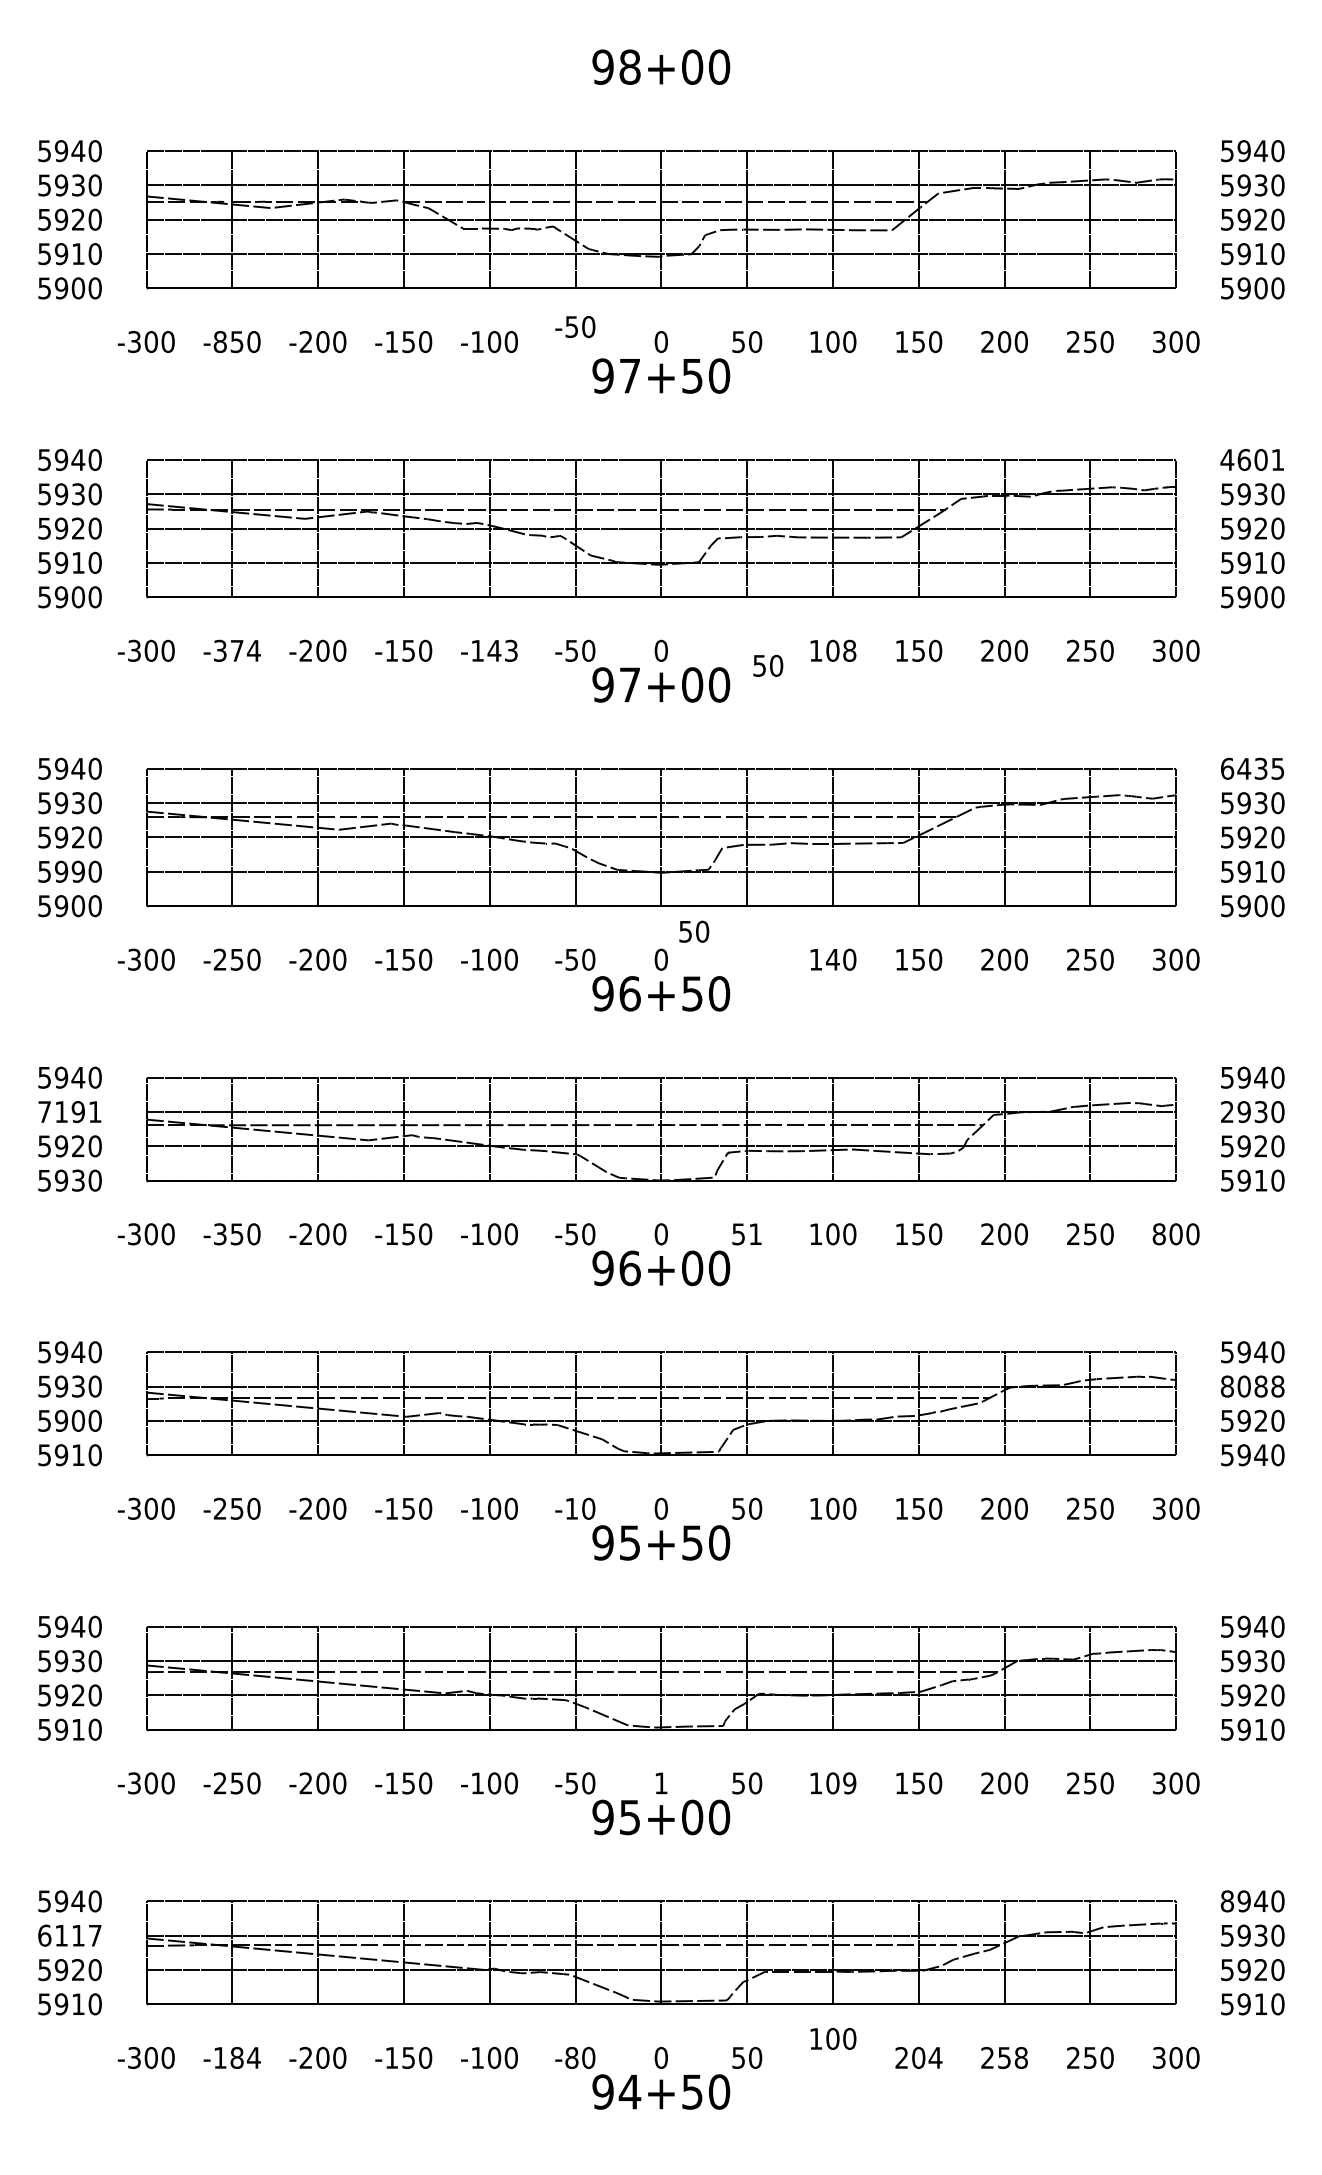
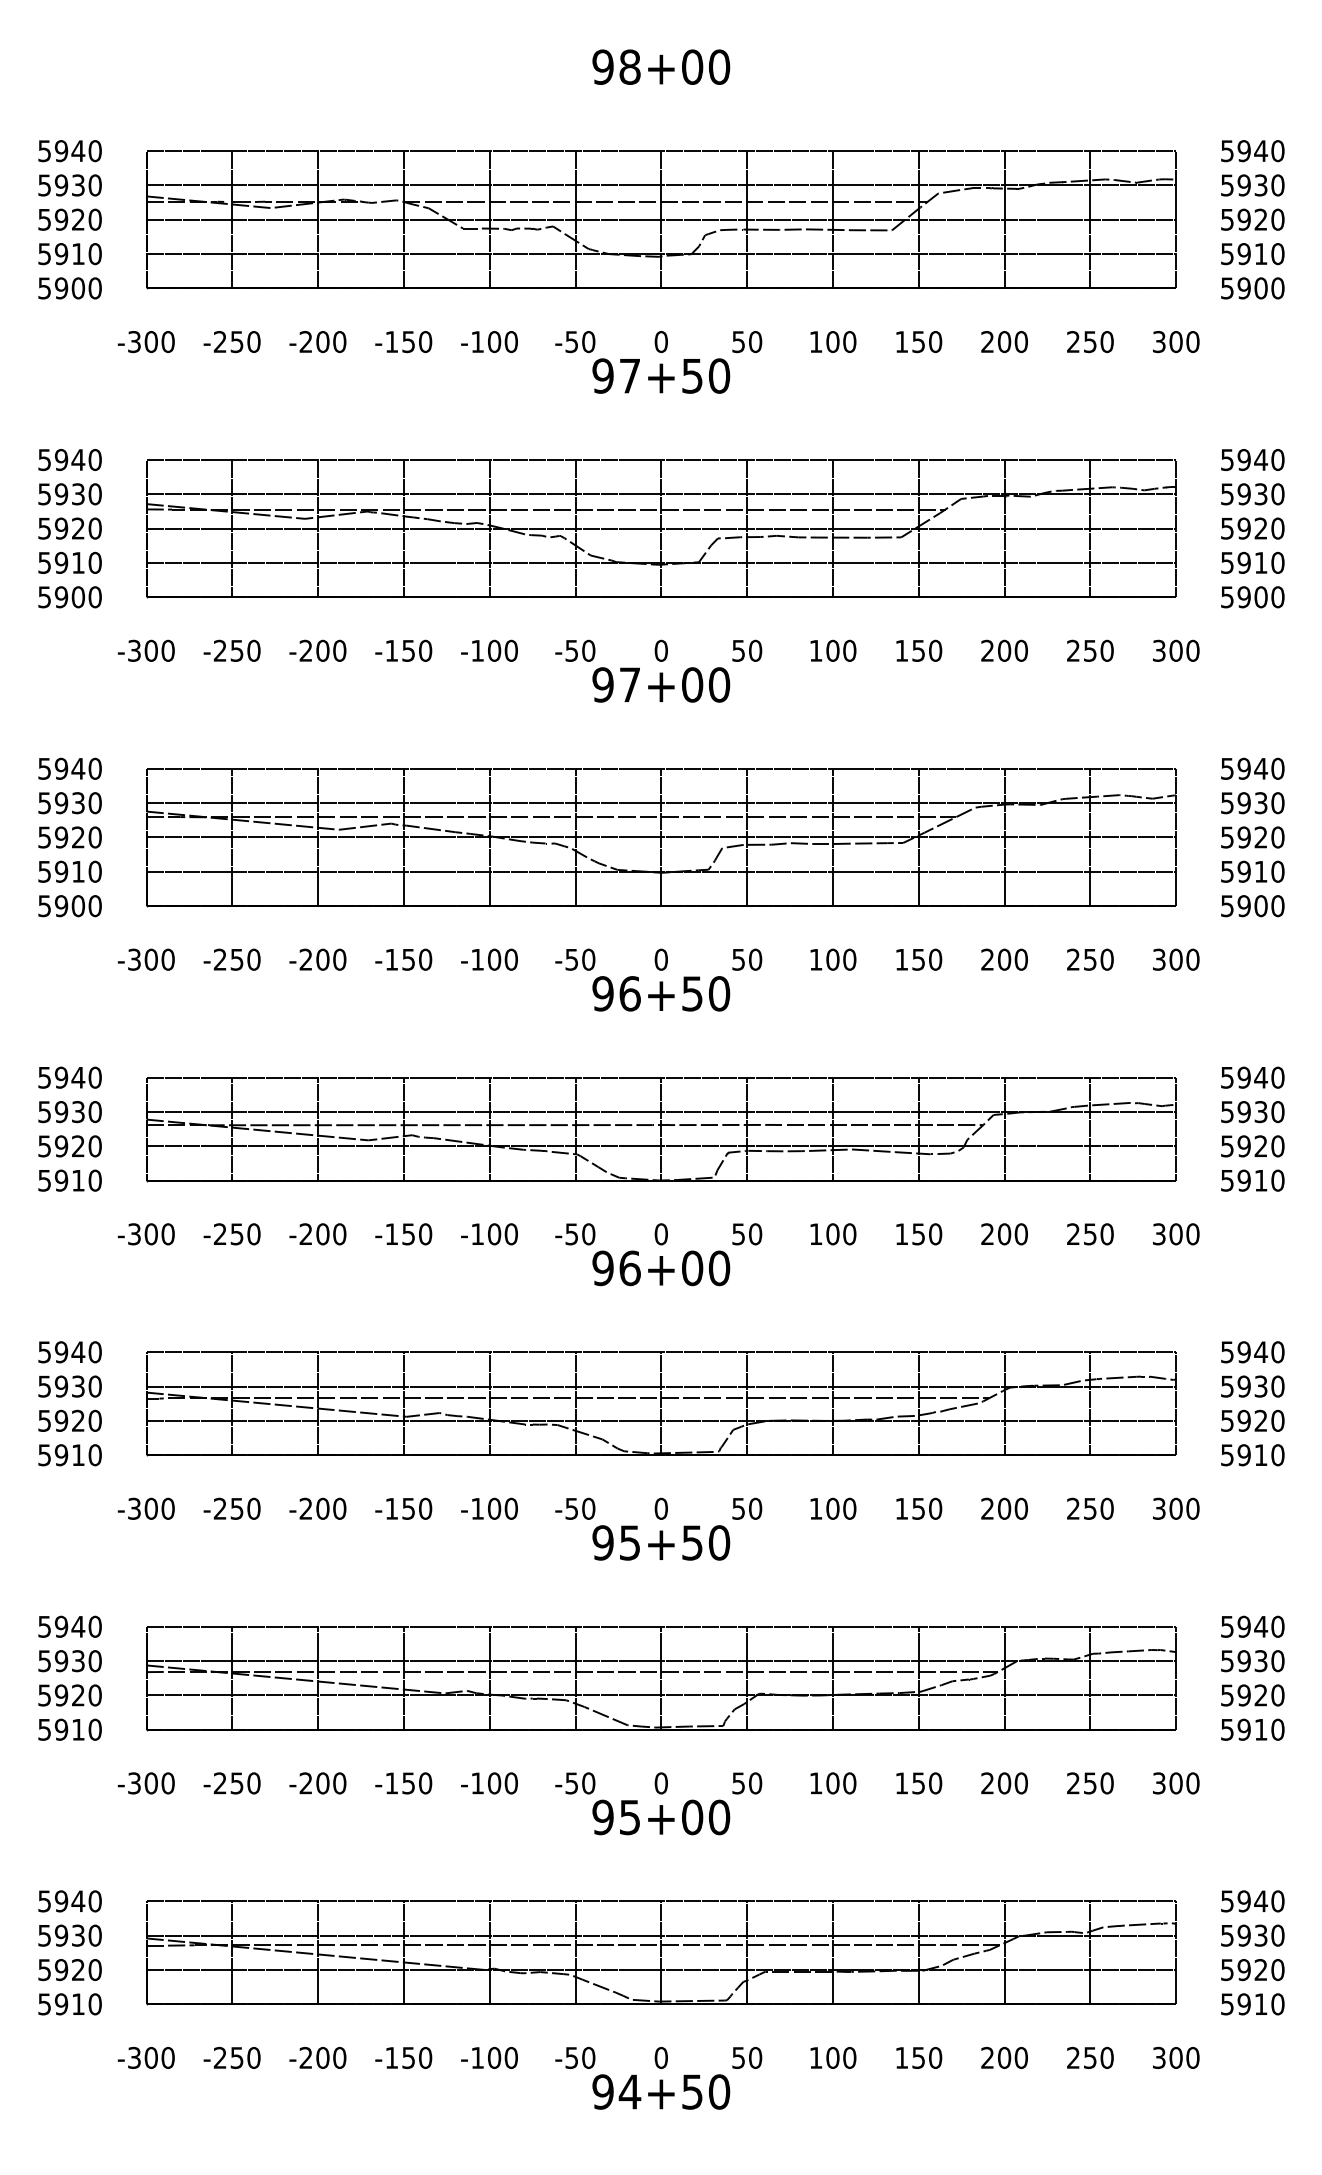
text at (575, 327) position: (575, 327) -> (575, 342)
text at (219, 342): -850 -> -250
text at (1252, 460): 4601 -> 5940
text at (237, 650): -374 -> -250
text at (502, 650): -143 -> -100
text at (849, 650): 108 -> 100
text at (768, 665) position: (768, 665) -> (747, 650)
text at (1252, 768): 6435 -> 5940
text at (77, 871): 5990 -> 5910
text at (694, 931) position: (694, 931) -> (747, 959)
text at (832, 959): 140 -> 100
text at (69, 1112): 7191 -> 5930
text at (1227, 1112): 2930 -> 5930
text at (78, 1180): 5930 -> 5910
text at (219, 1234): -350 -> -250
text at (755, 1234): 51 -> 50
text at (1158, 1234): 800 -> 300
text at (1252, 1386): 8088 -> 5930
text at (78, 1420): 5900 -> 5920
text at (1261, 1454): 5940 -> 5910
text at (571, 1508): -10 -> -50
text at (660, 1783): 1 -> 0
text at (849, 1783): 109 -> 100
text at (1226, 1901): 8940 -> 5940
text at (69, 1935): 6117 -> 5930
text at (833, 2038) position: (833, 2038) -> (833, 2057)
text at (236, 2057): -184 -> -250
text at (571, 2057): -80 -> -50
text at (918, 2057): 204 -> 150
text at (1012, 2057): 258 -> 200
